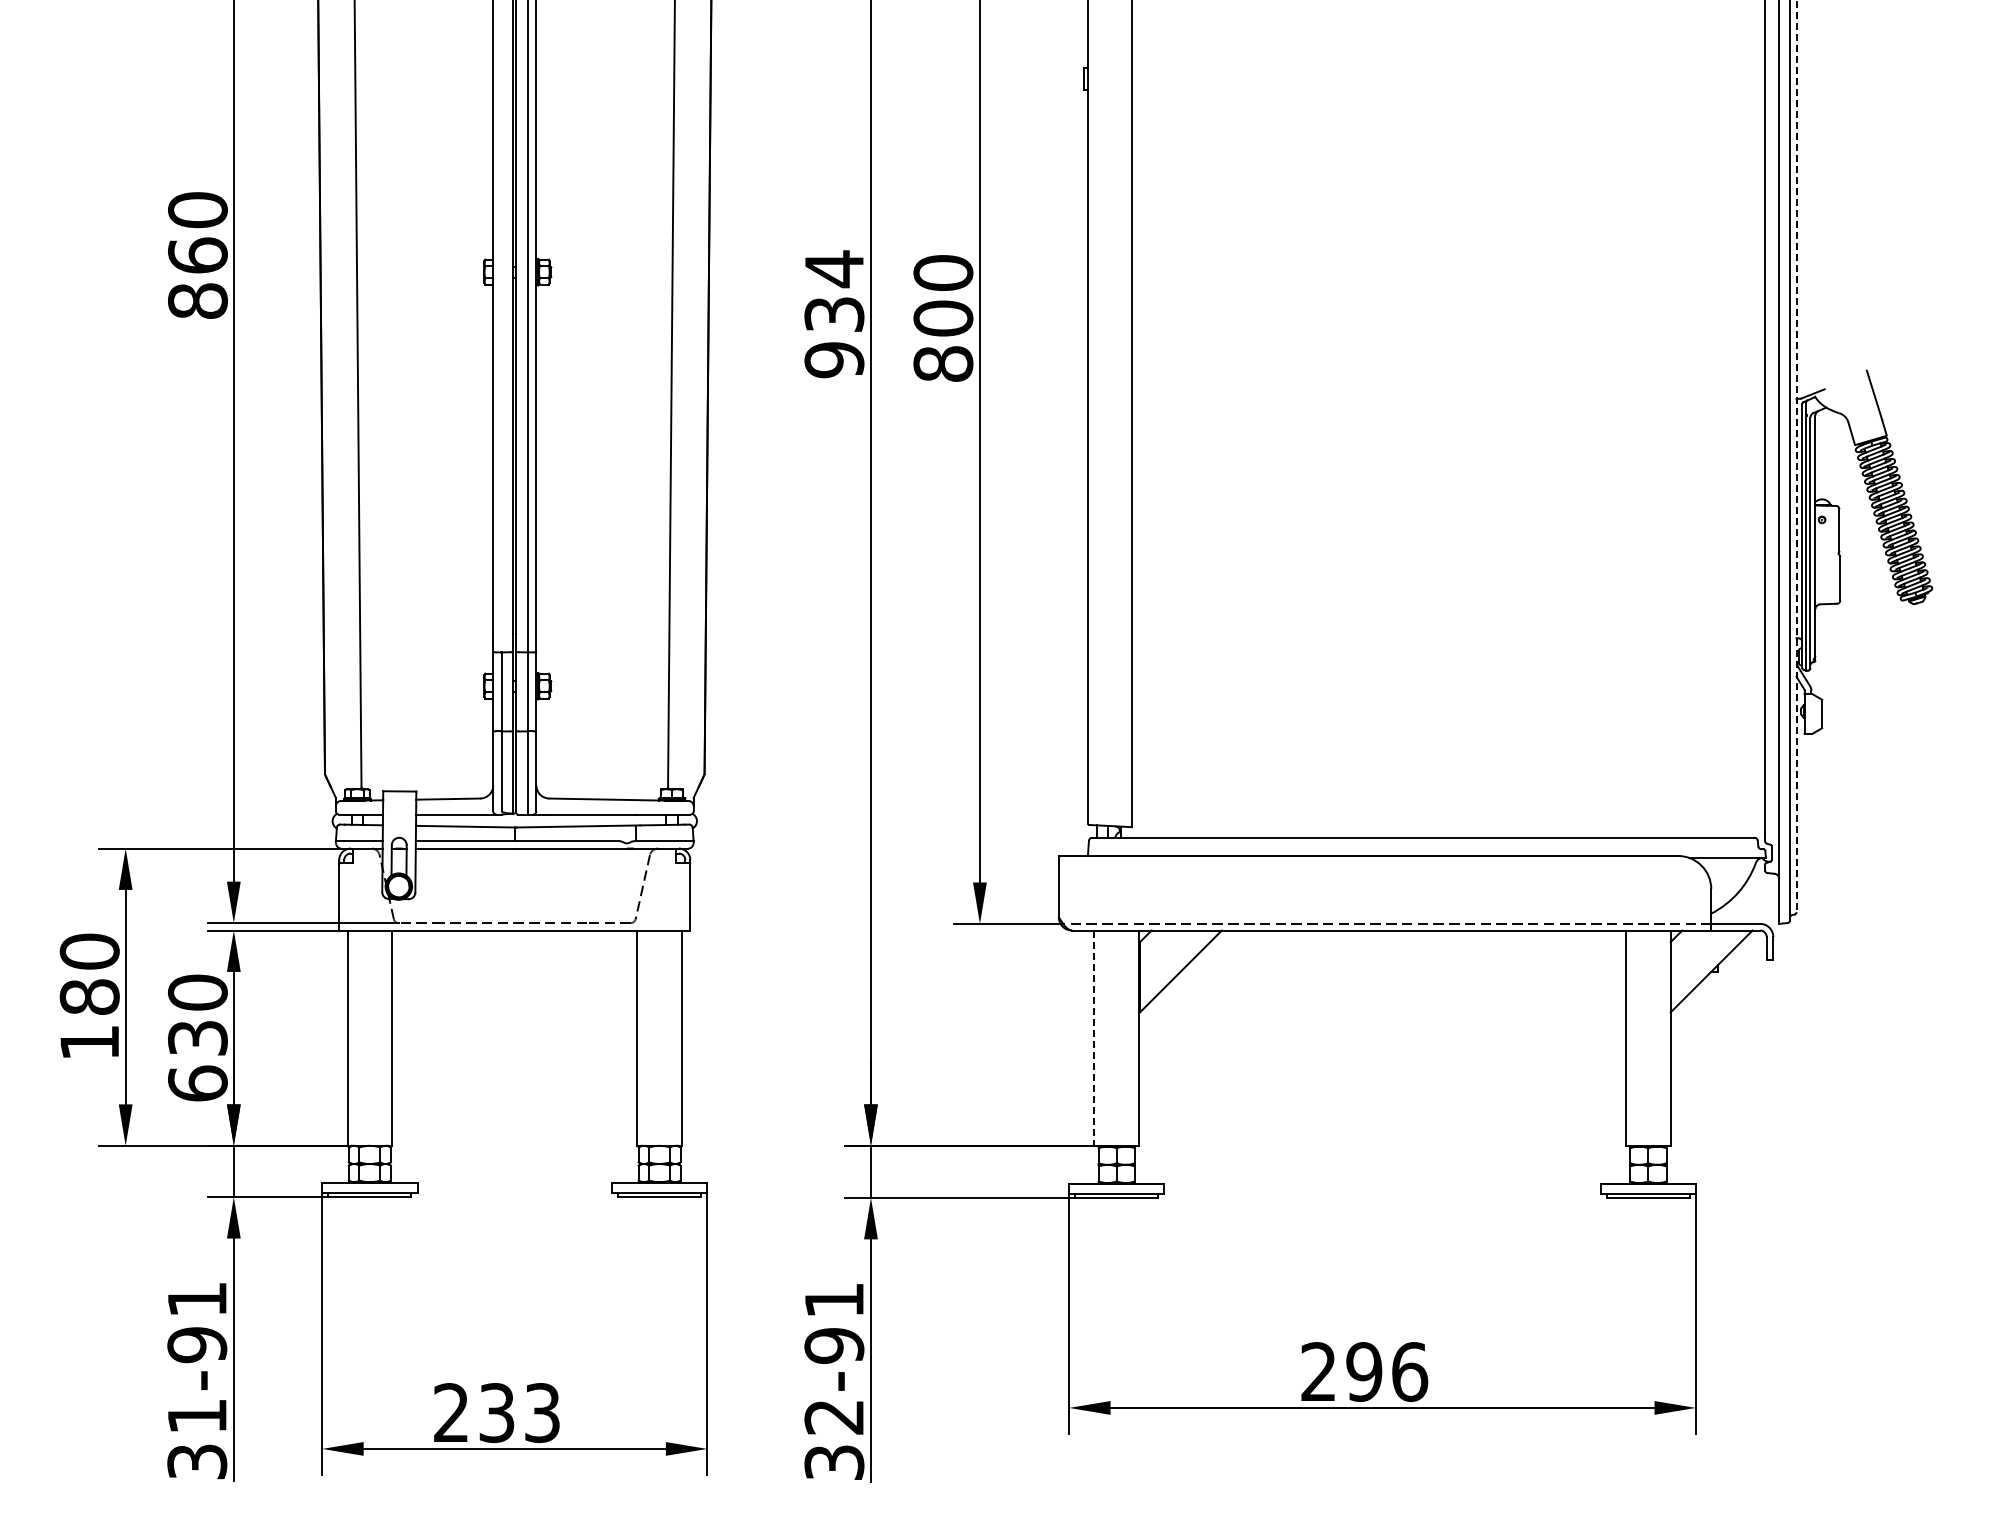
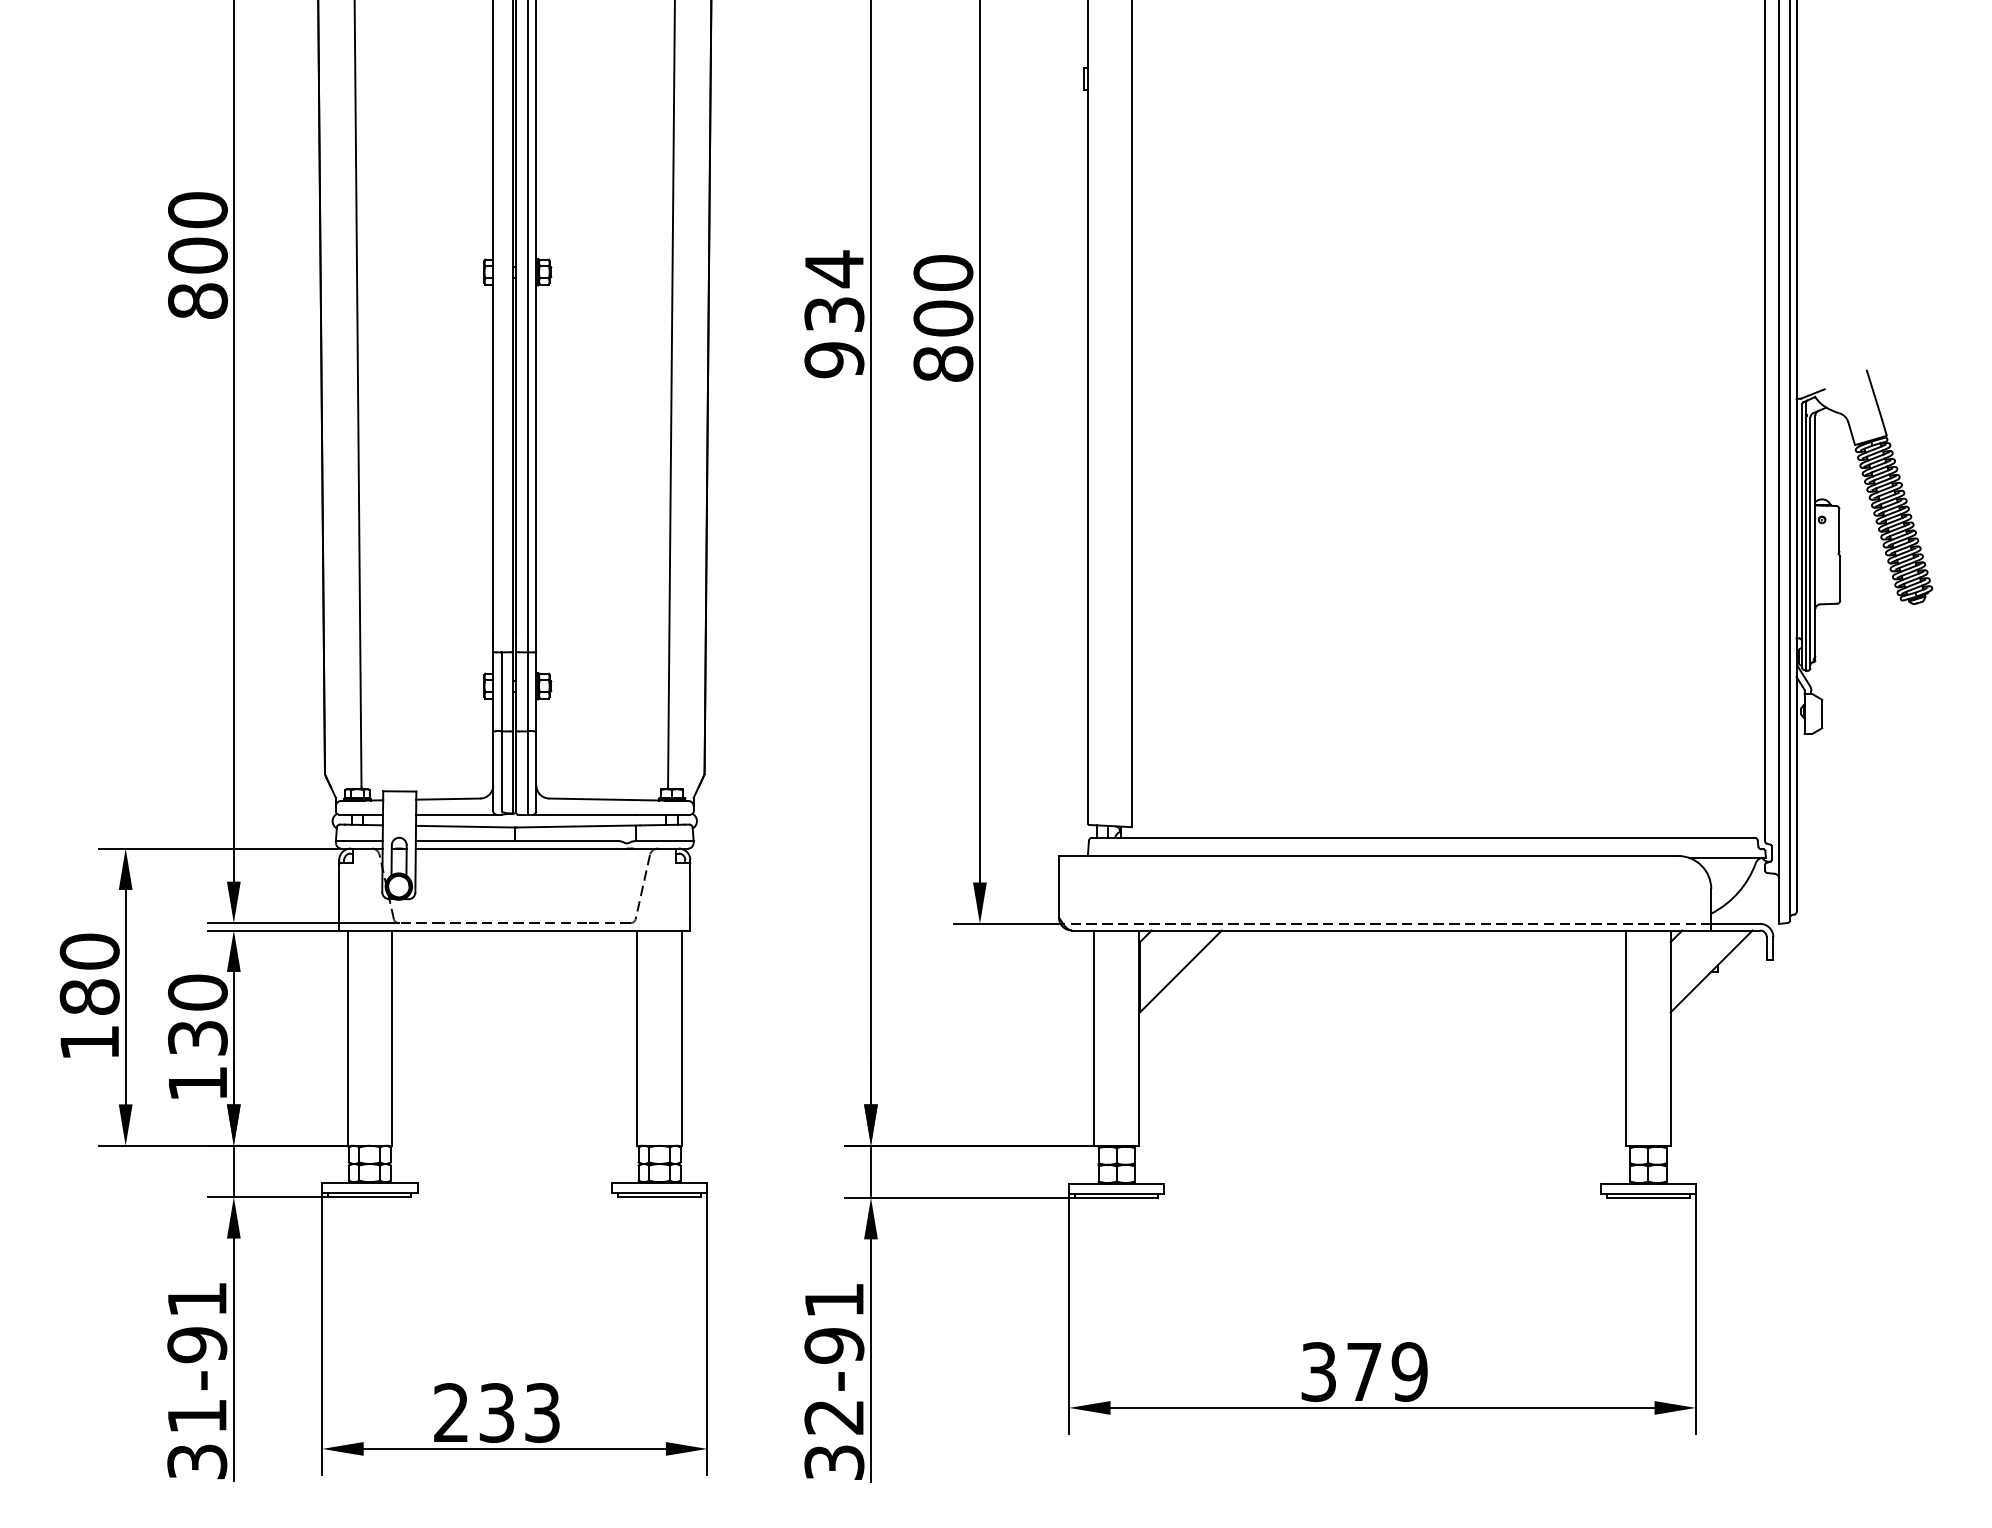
text at (197, 255): 860 -> 800
line at (1796, 456): dashed -> solid
line at (1094, 1038): dashed -> solid
text at (197, 1083): 630 -> 130
text at (1364, 1372): 296 -> 379
